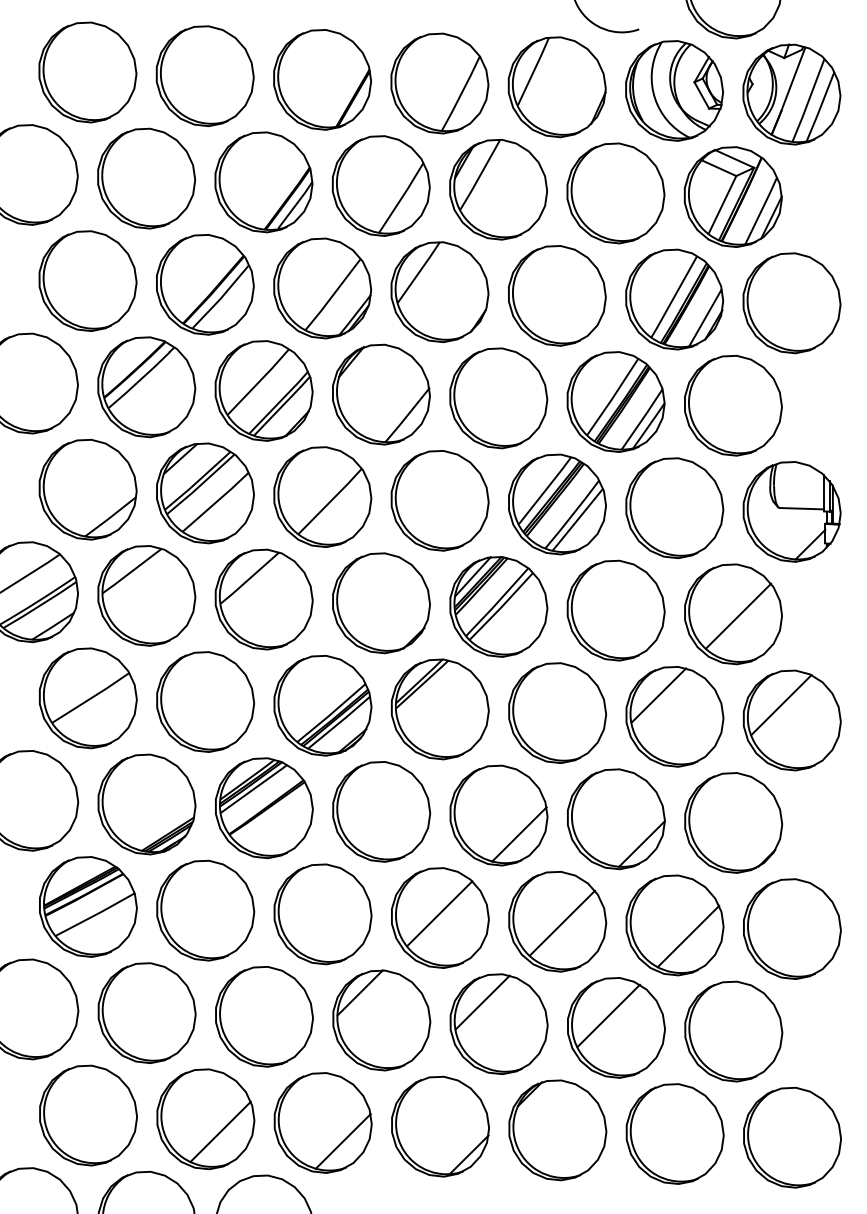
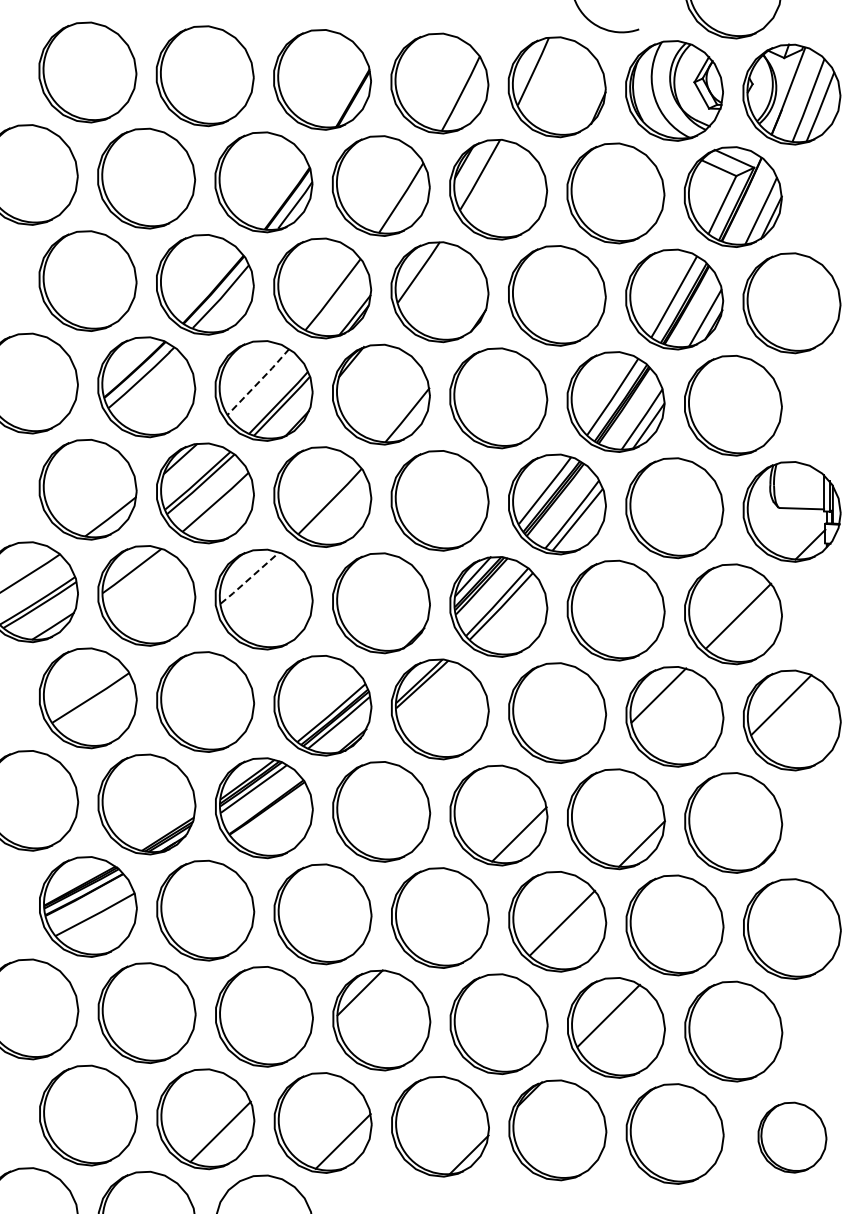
line at (259, 381): solid -> dashed
line at (249, 578): solid -> dashed
line at (439, 913): present -> none
line at (688, 936): present -> none
line at (482, 1002): present -> none
part at (792, 1137) size: 99x103 px -> 71x73 px
